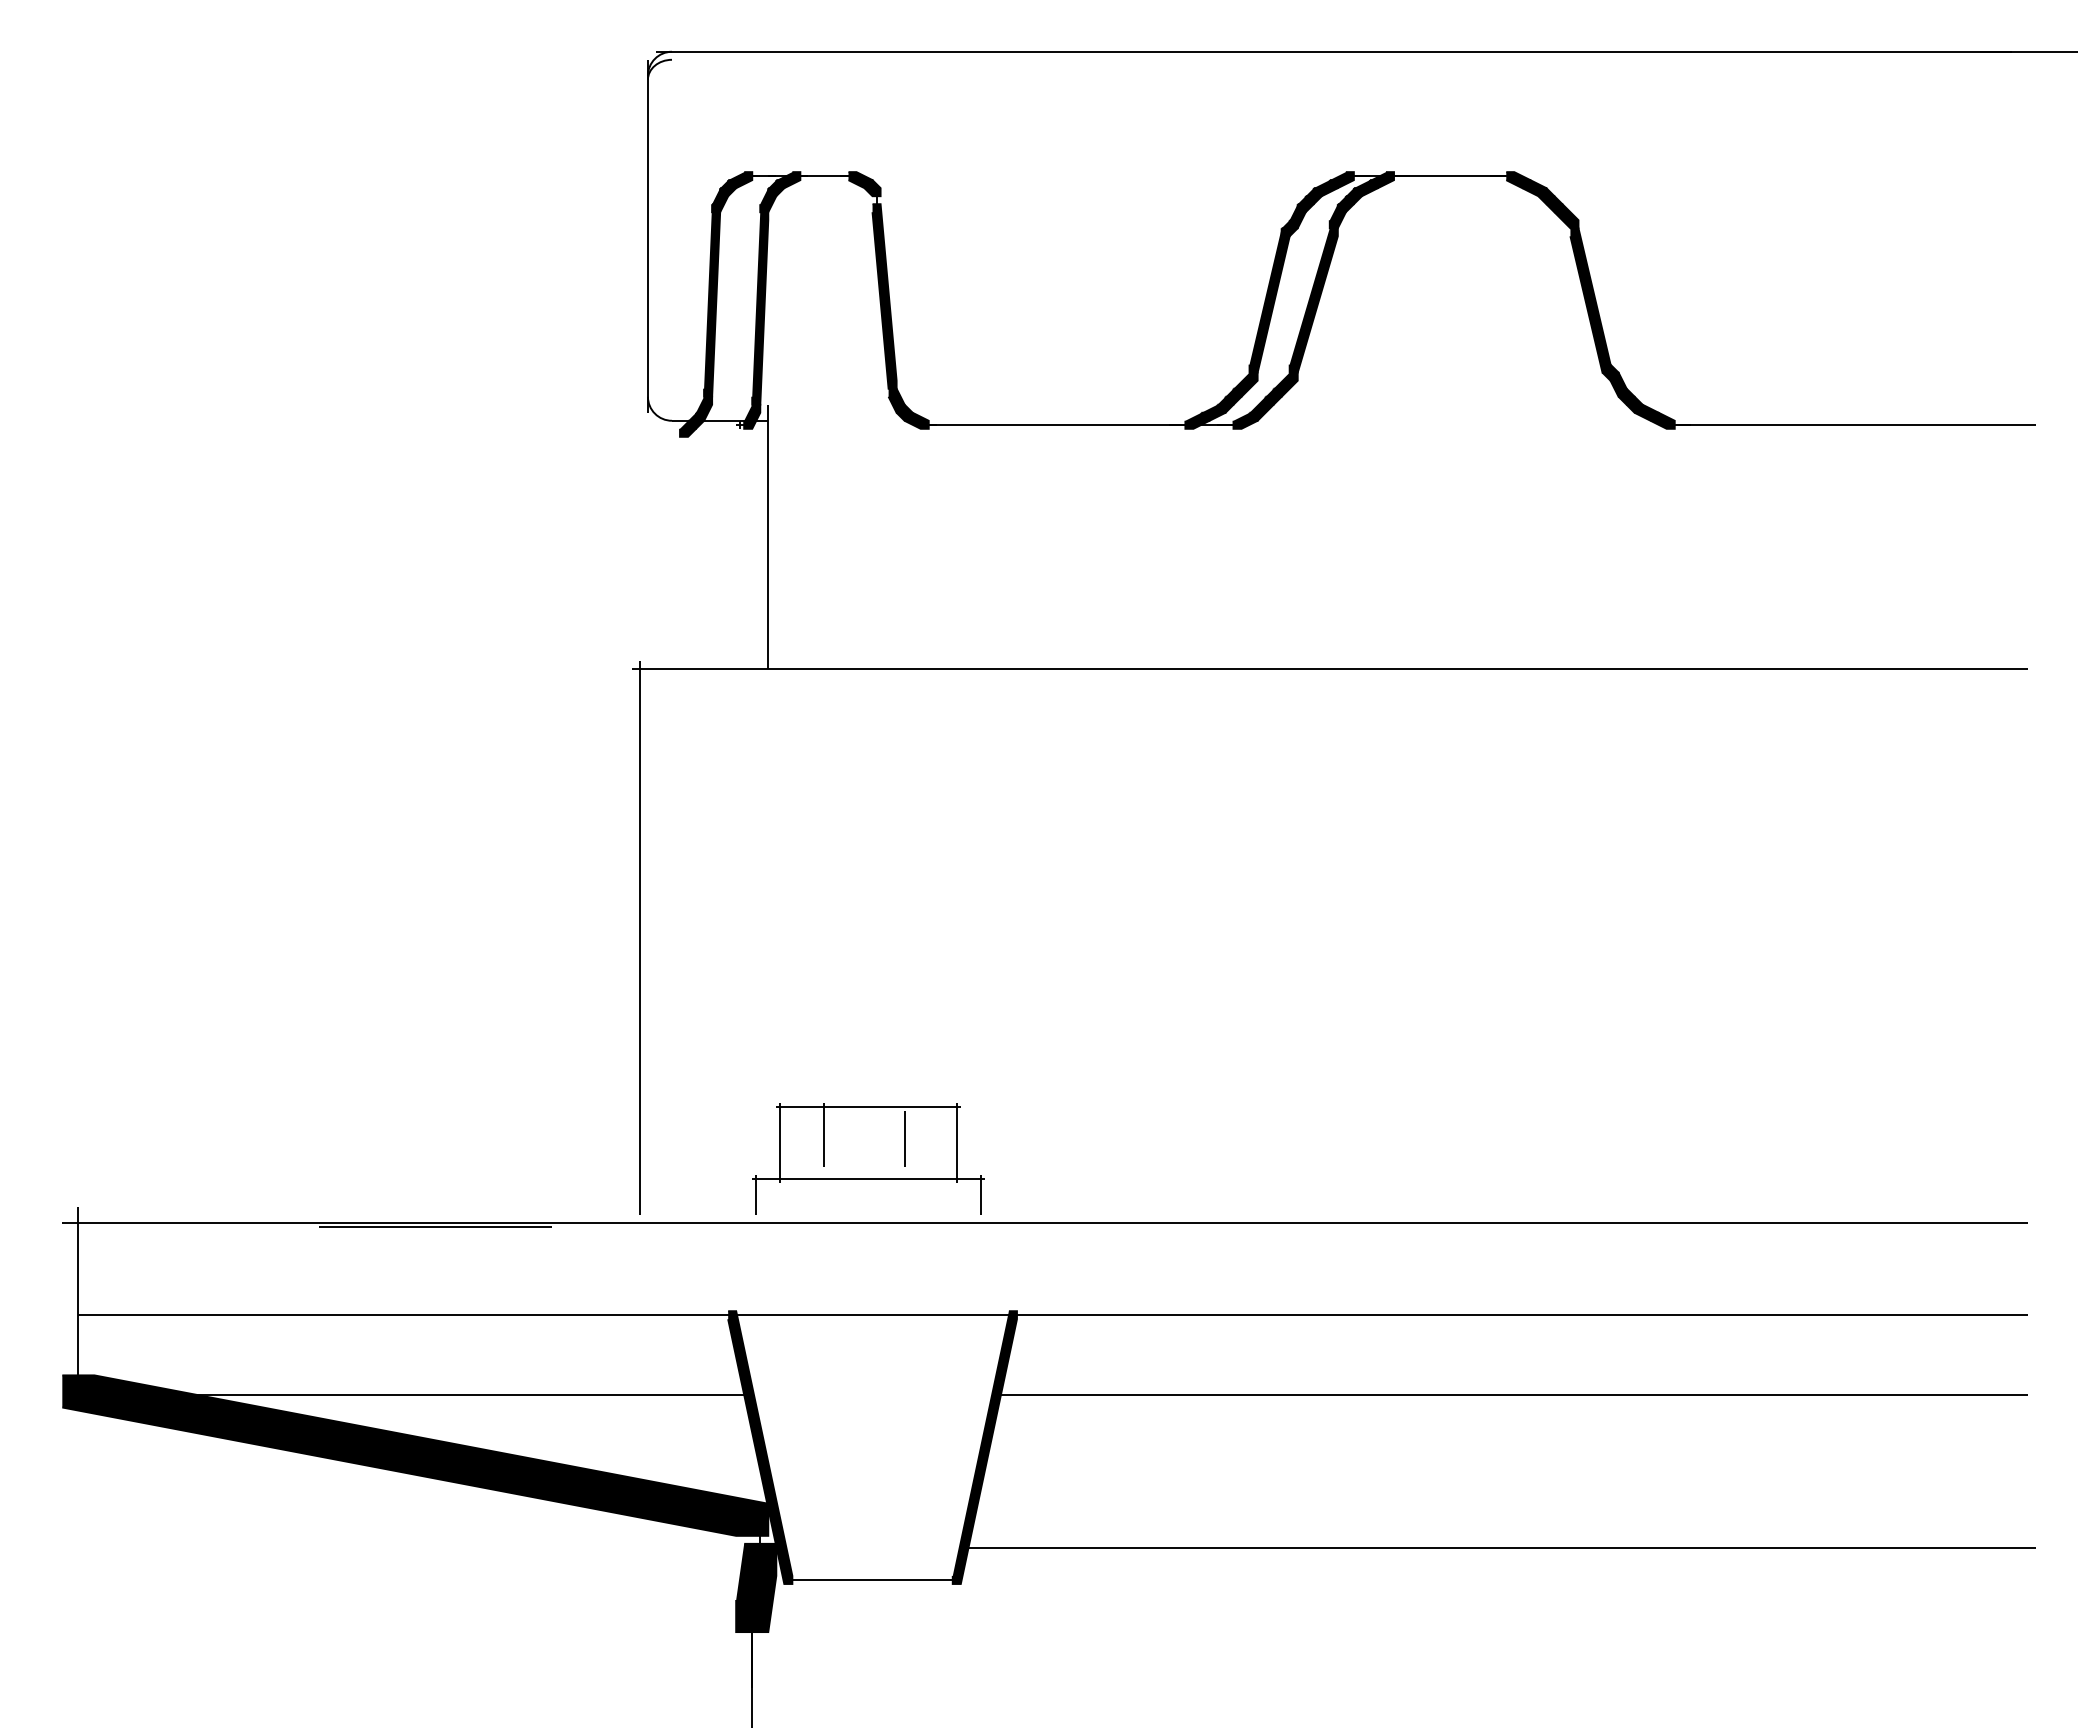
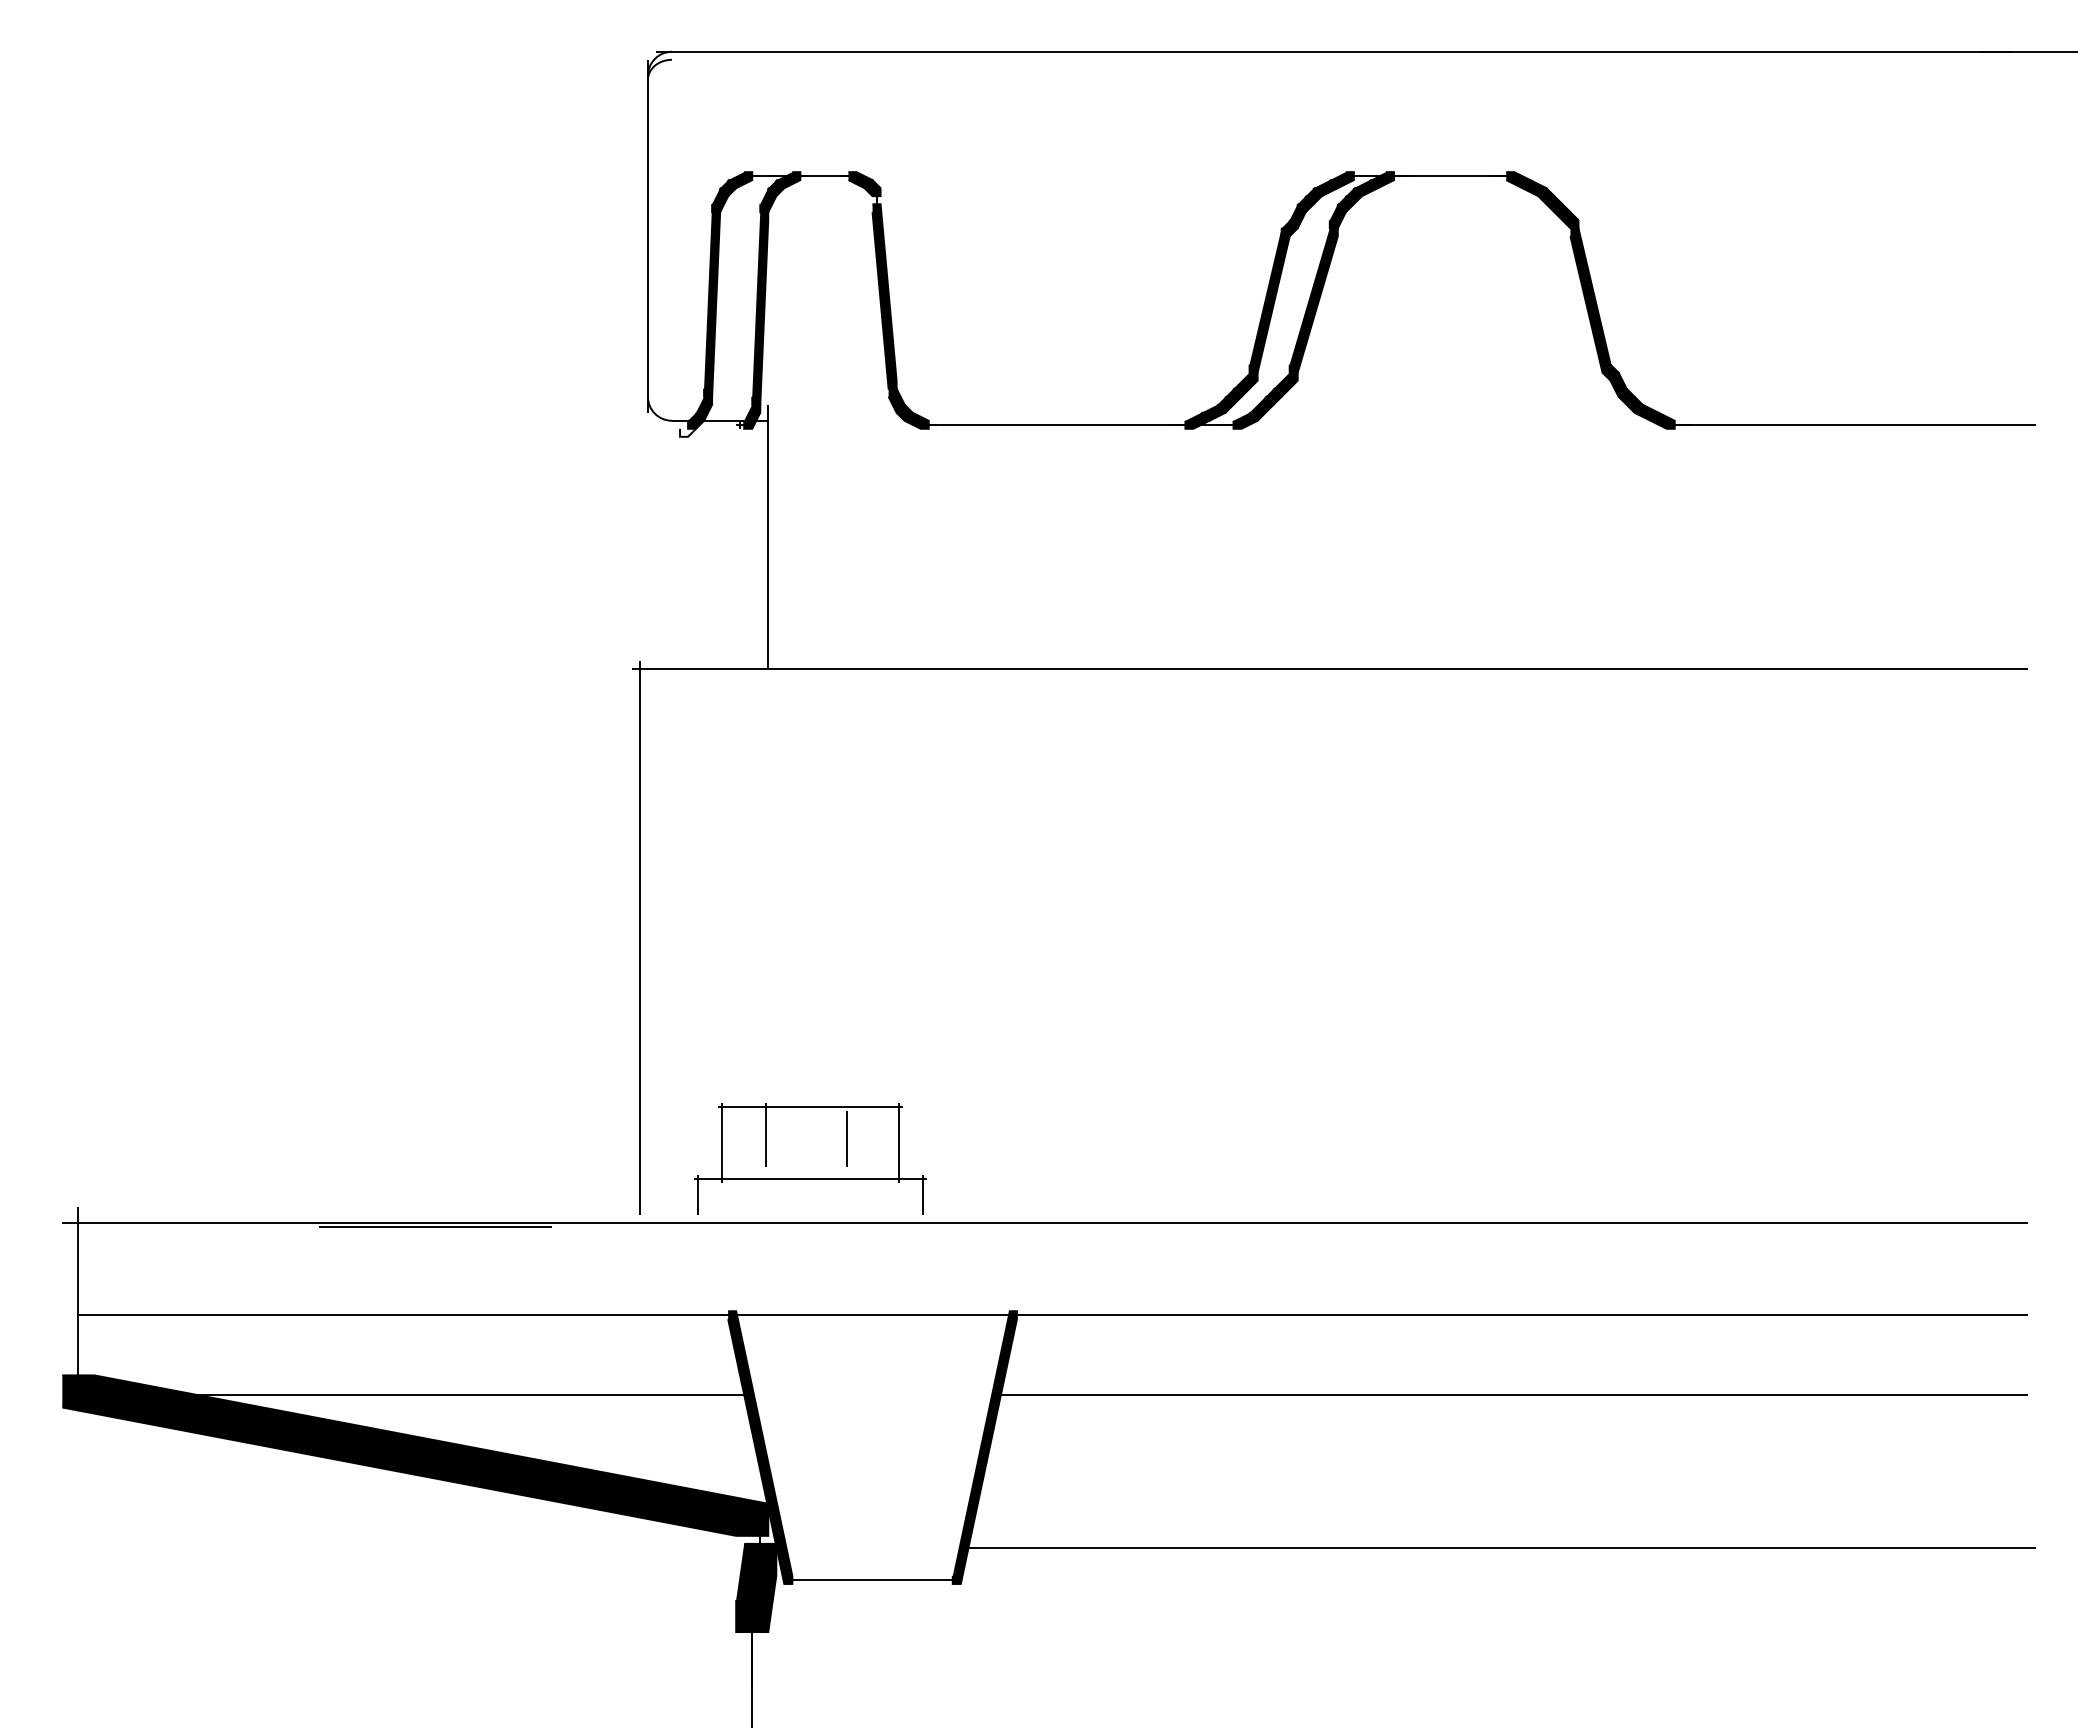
fill at (688, 428): present -> none
part at (868, 1158) position: (868, 1158) -> (810, 1158)
